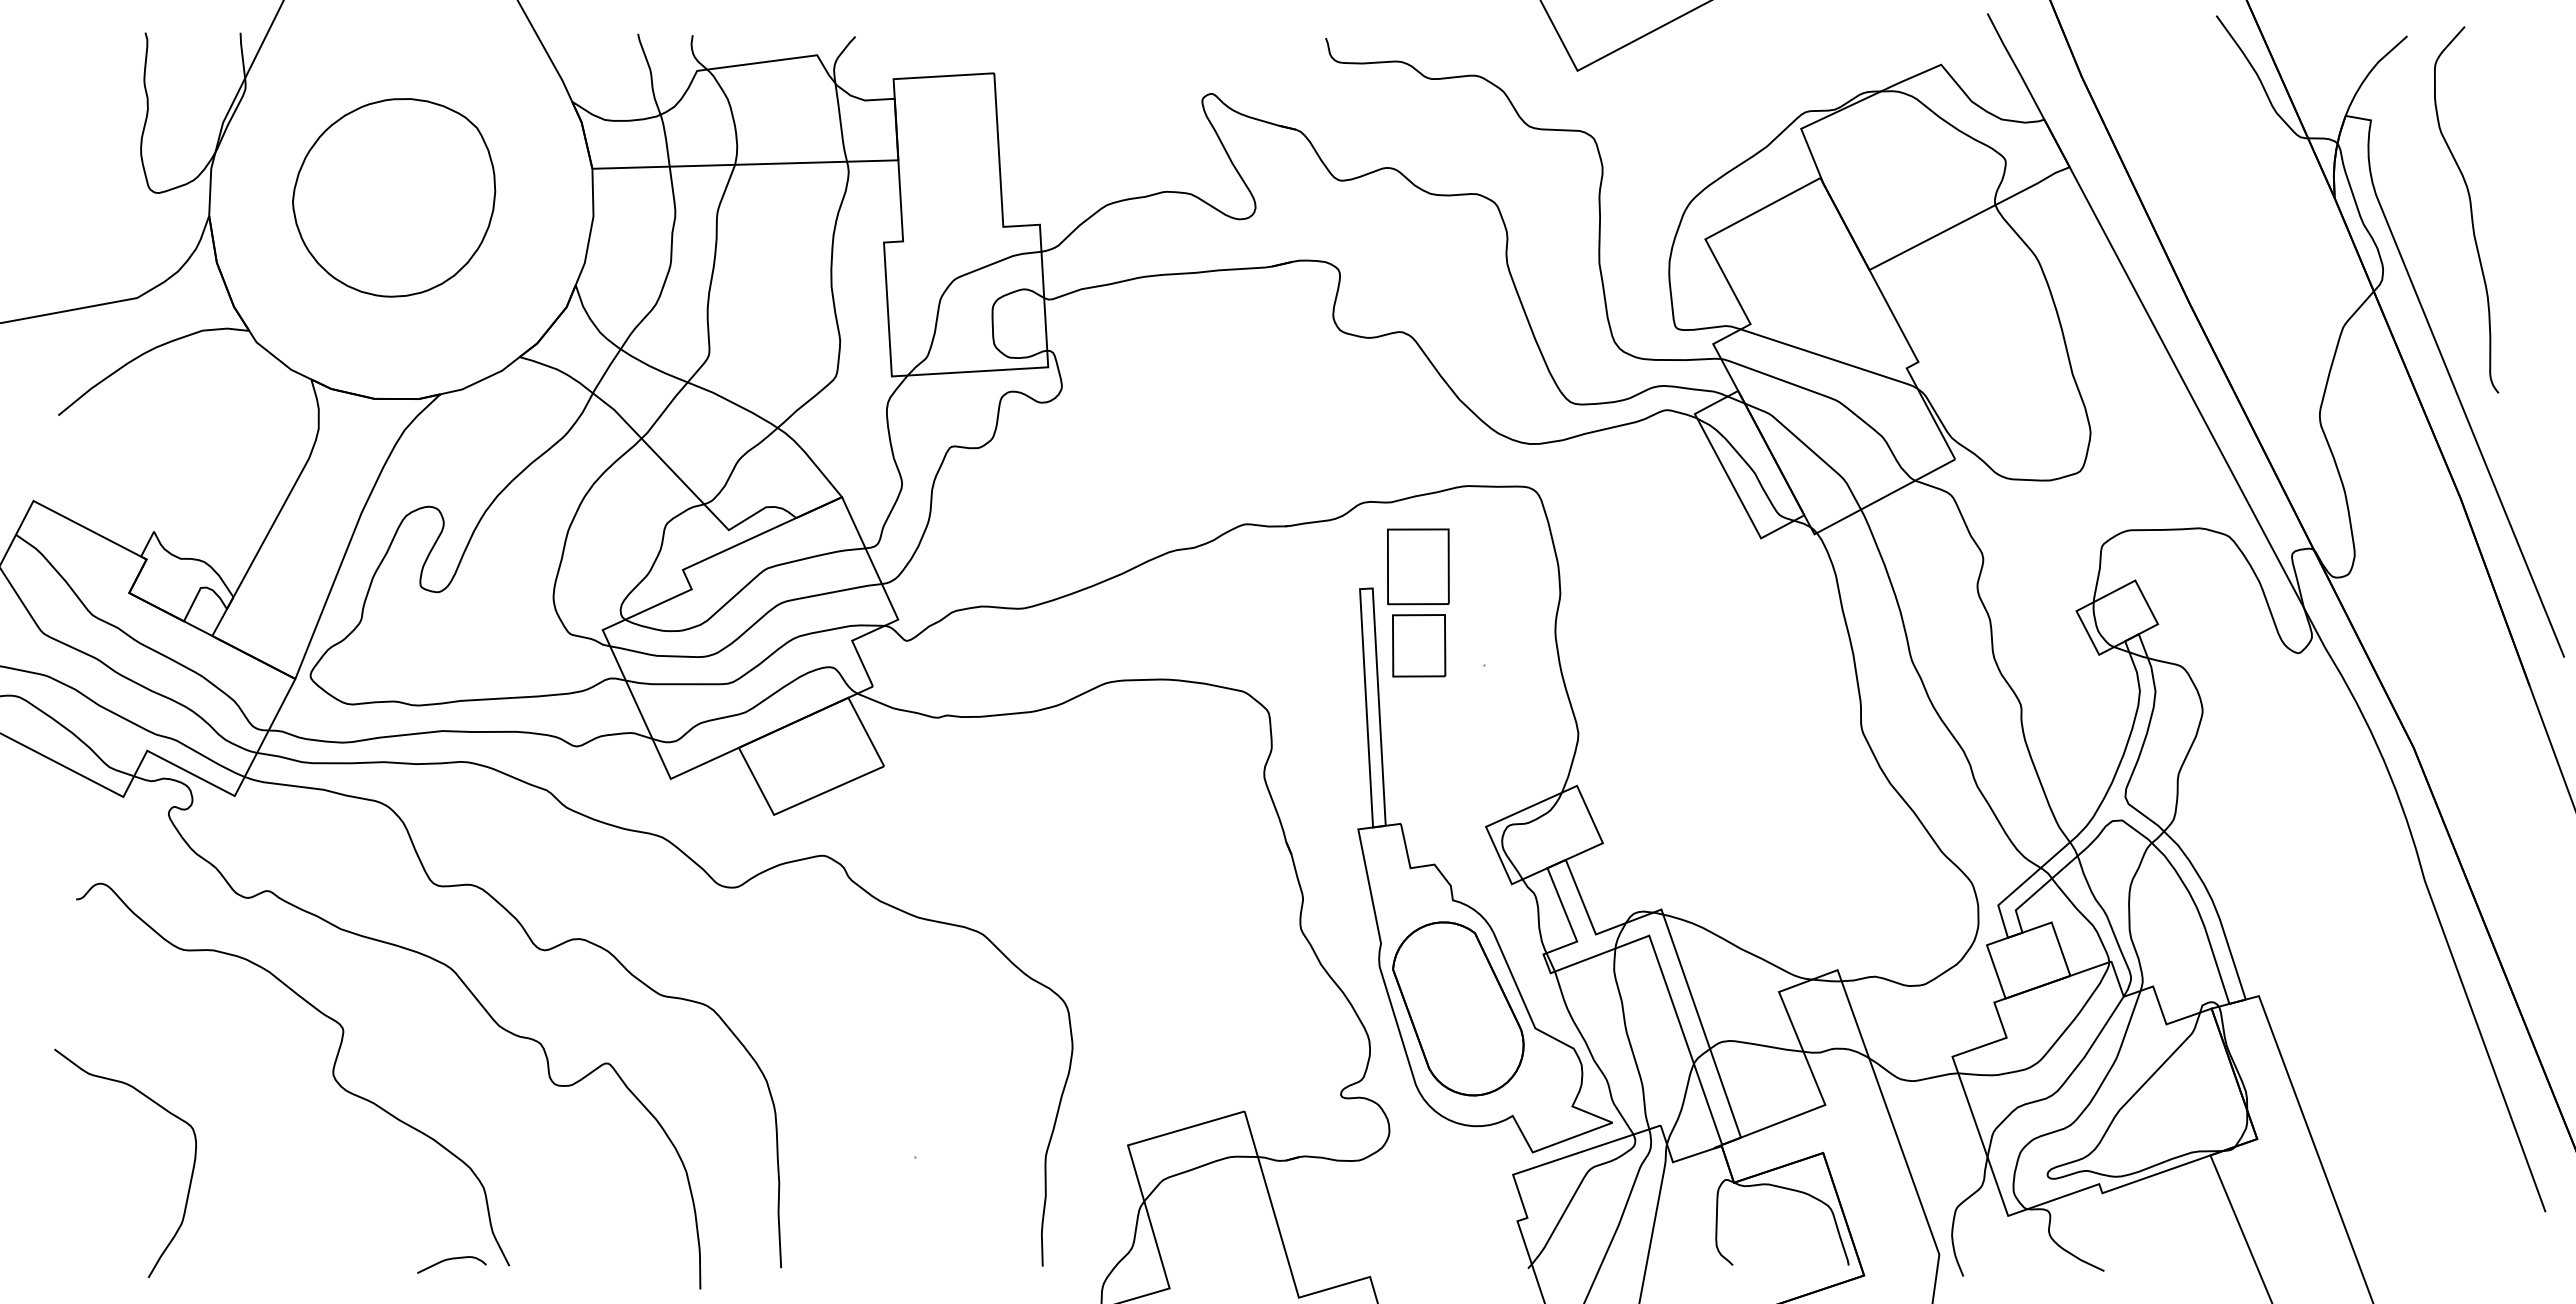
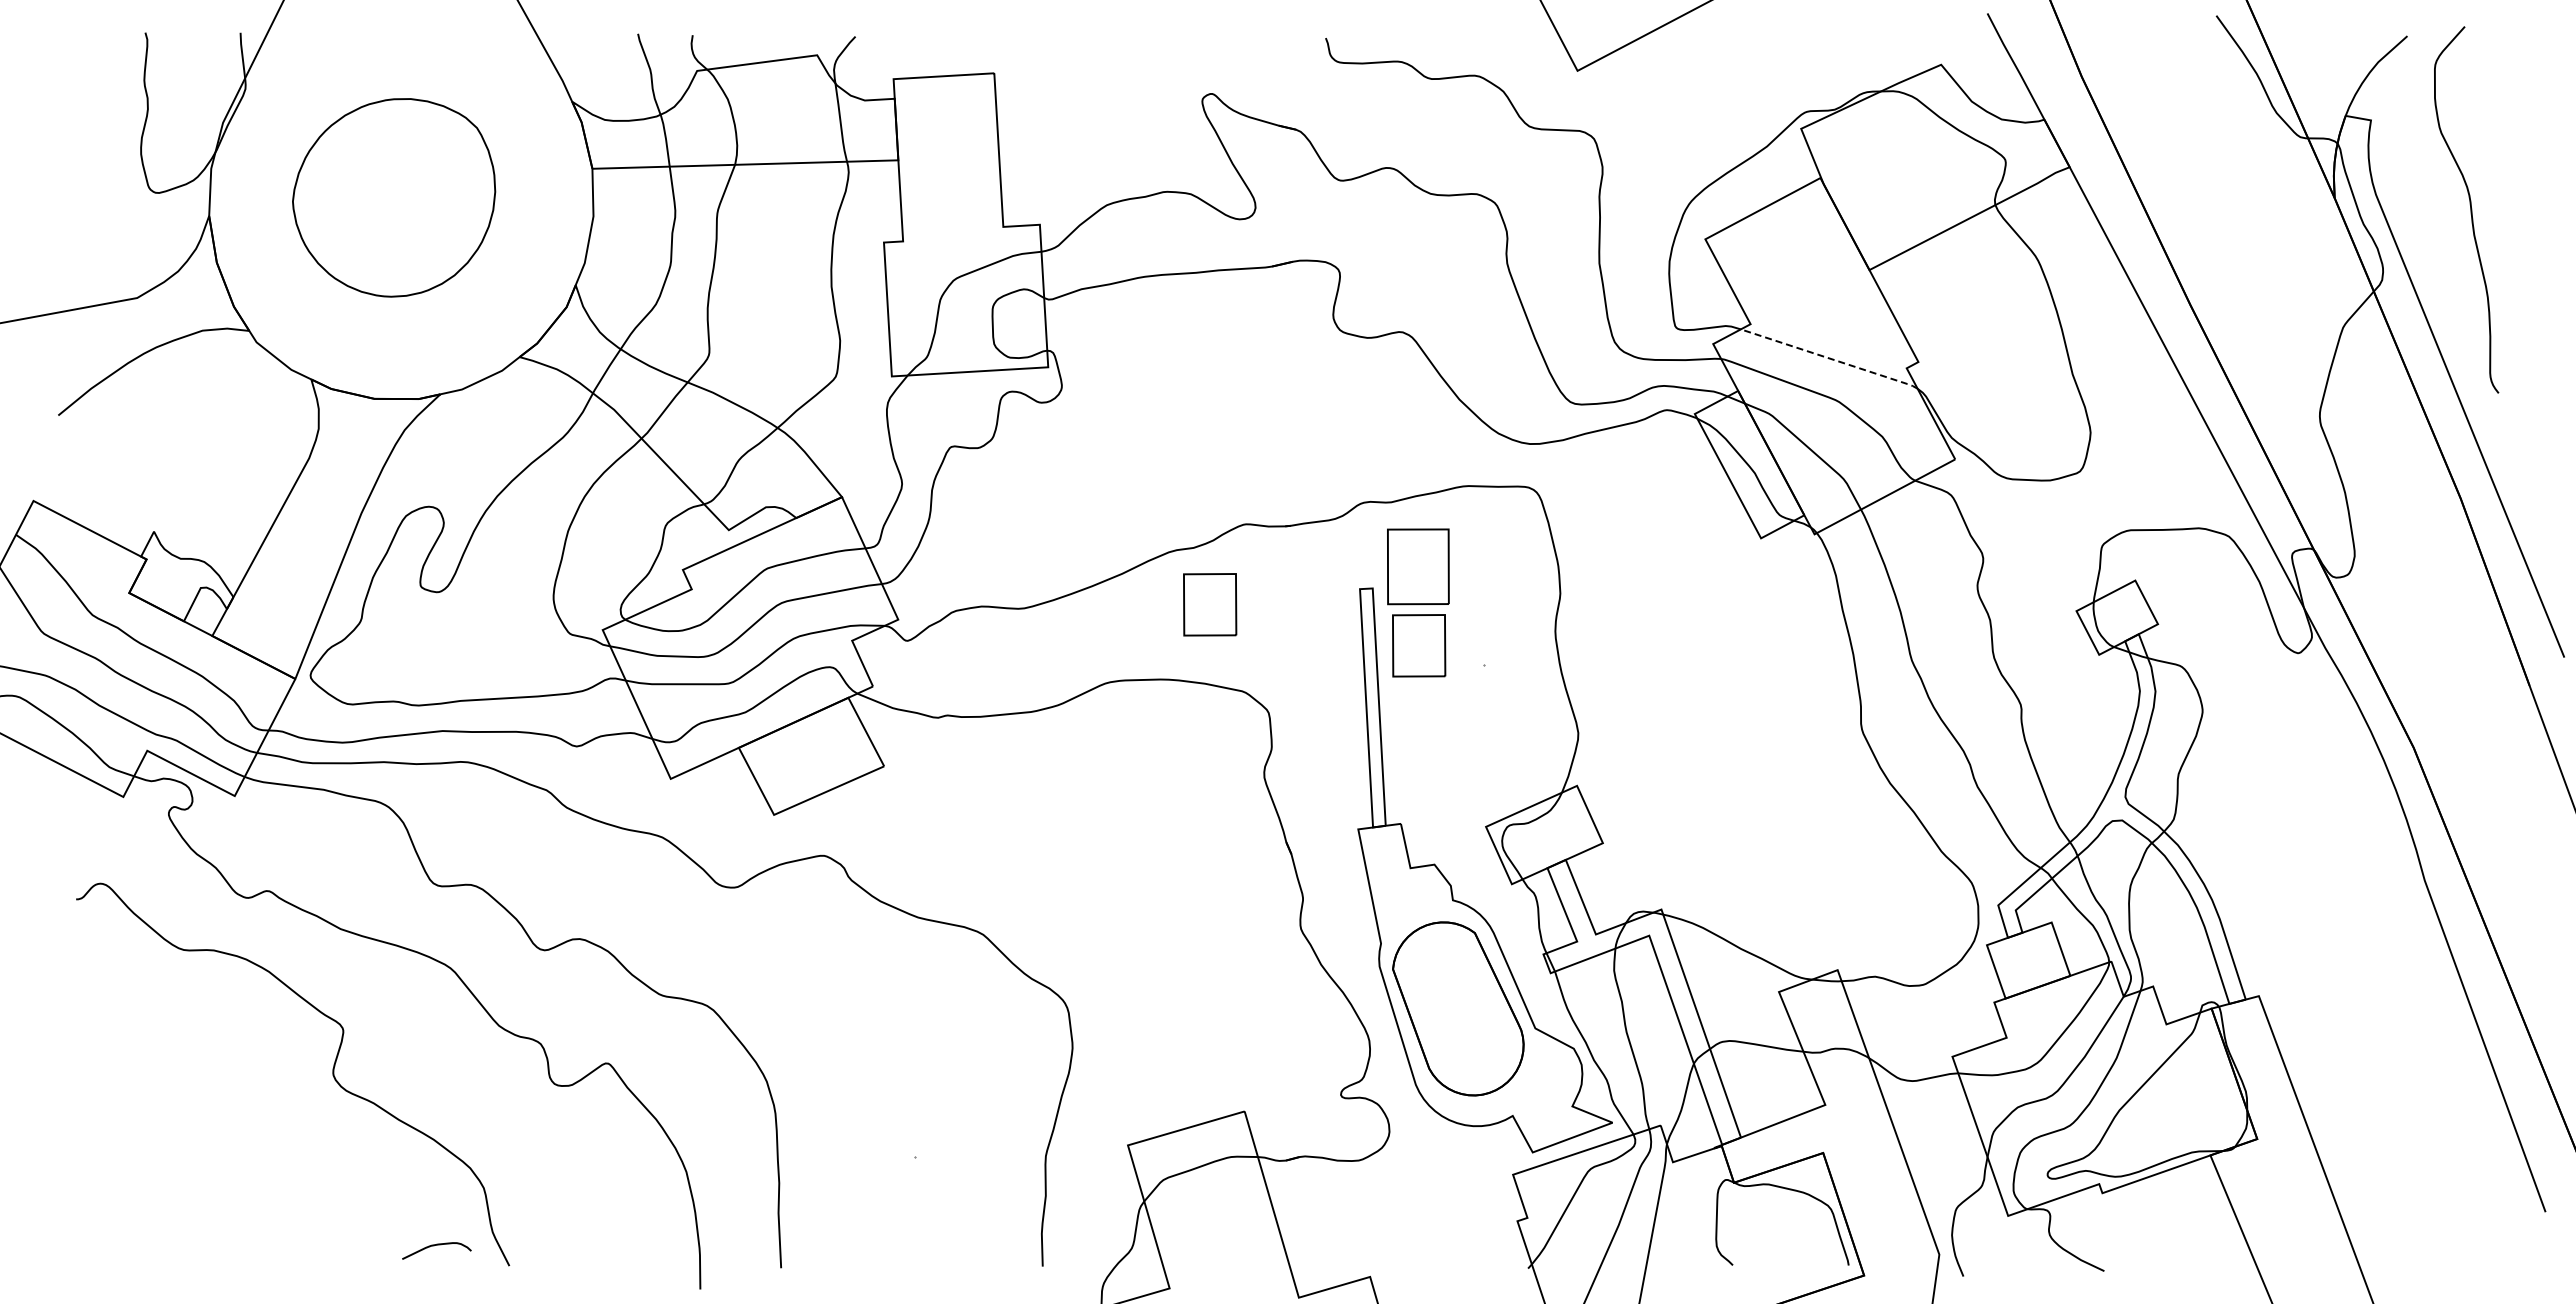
line at (1830, 358): solid -> dashed
part at (1210, 604): none -> present
curve at (163, 1109): present -> none
curve at (449, 1260) position: (449, 1260) -> (434, 1246)
